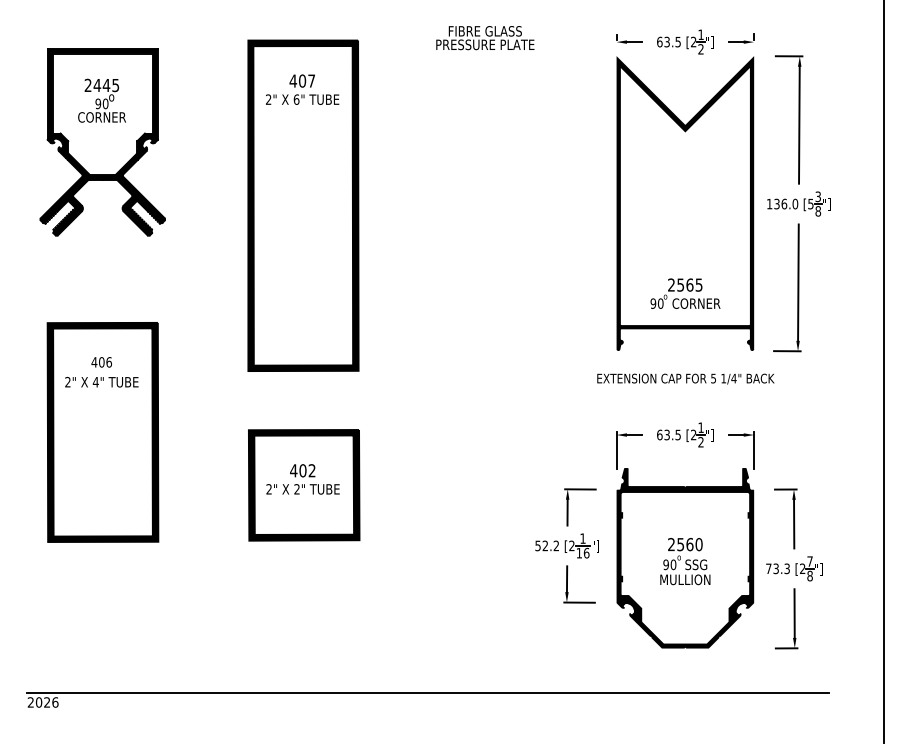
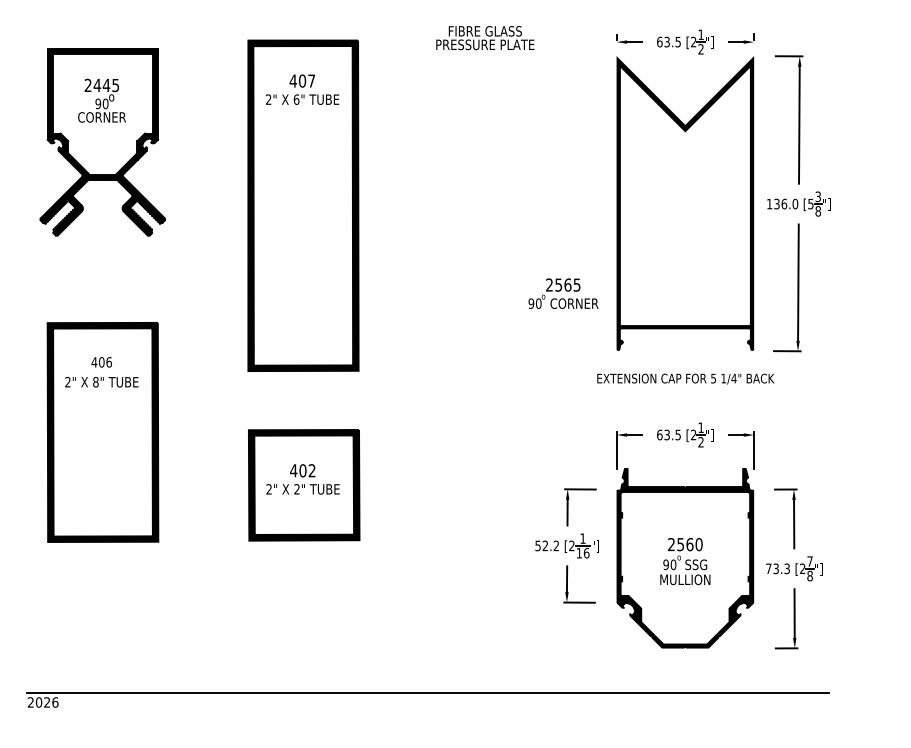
text at (685, 293) position: (685, 293) -> (563, 293)
line at (883, 372): present -> none
text at (95, 382): 4" -> 8"
